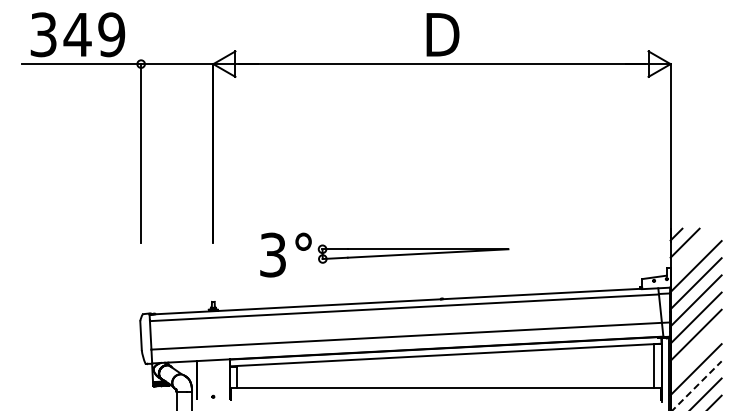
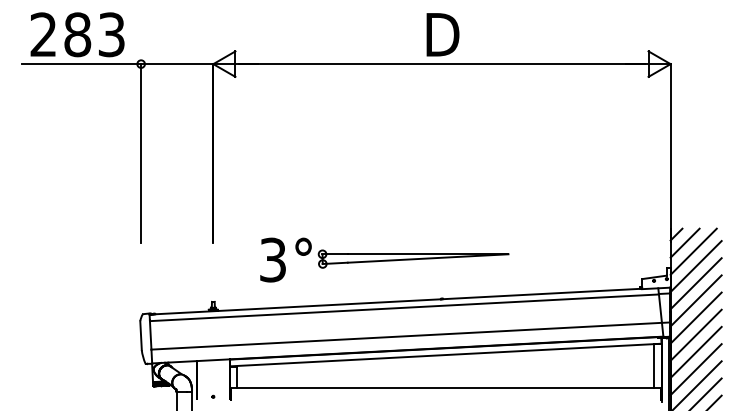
text at (77, 34): 349 -> 283
line at (693, 251): none -> present
part at (384, 254) position: (384, 254) -> (384, 259)
line at (695, 351): none -> present
line at (697, 385): dashed -> solid
